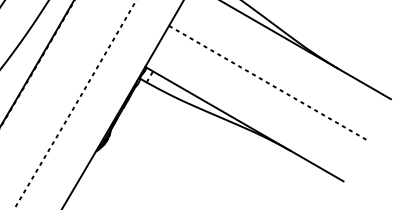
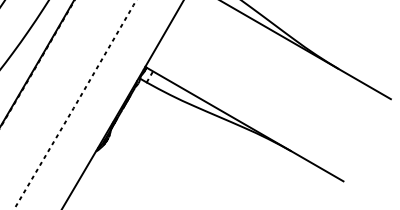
line at (268, 82): present -> none
